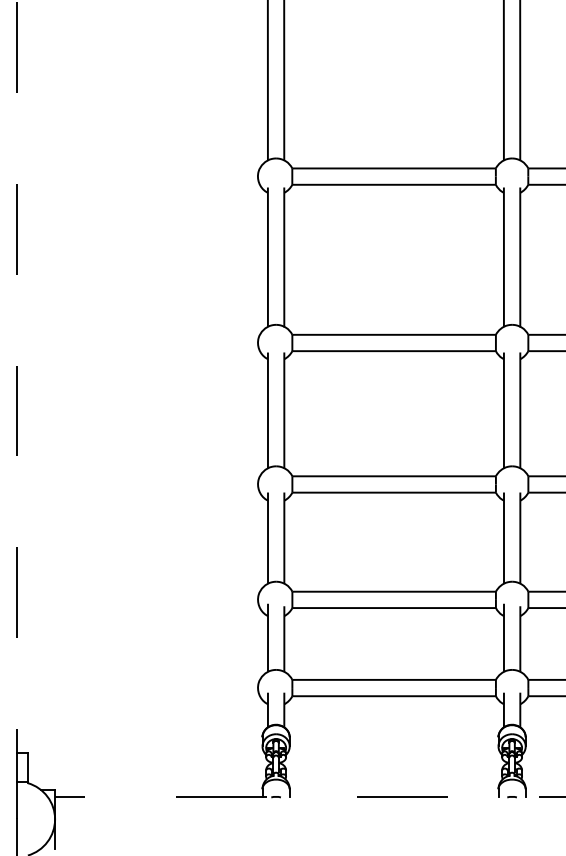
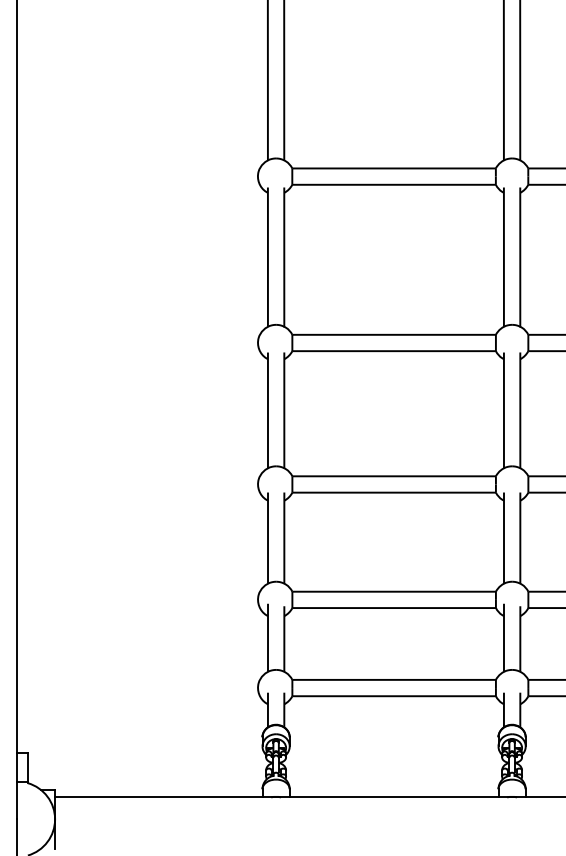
line at (16, 409): dashed -> solid
line at (309, 797): dashed -> solid
